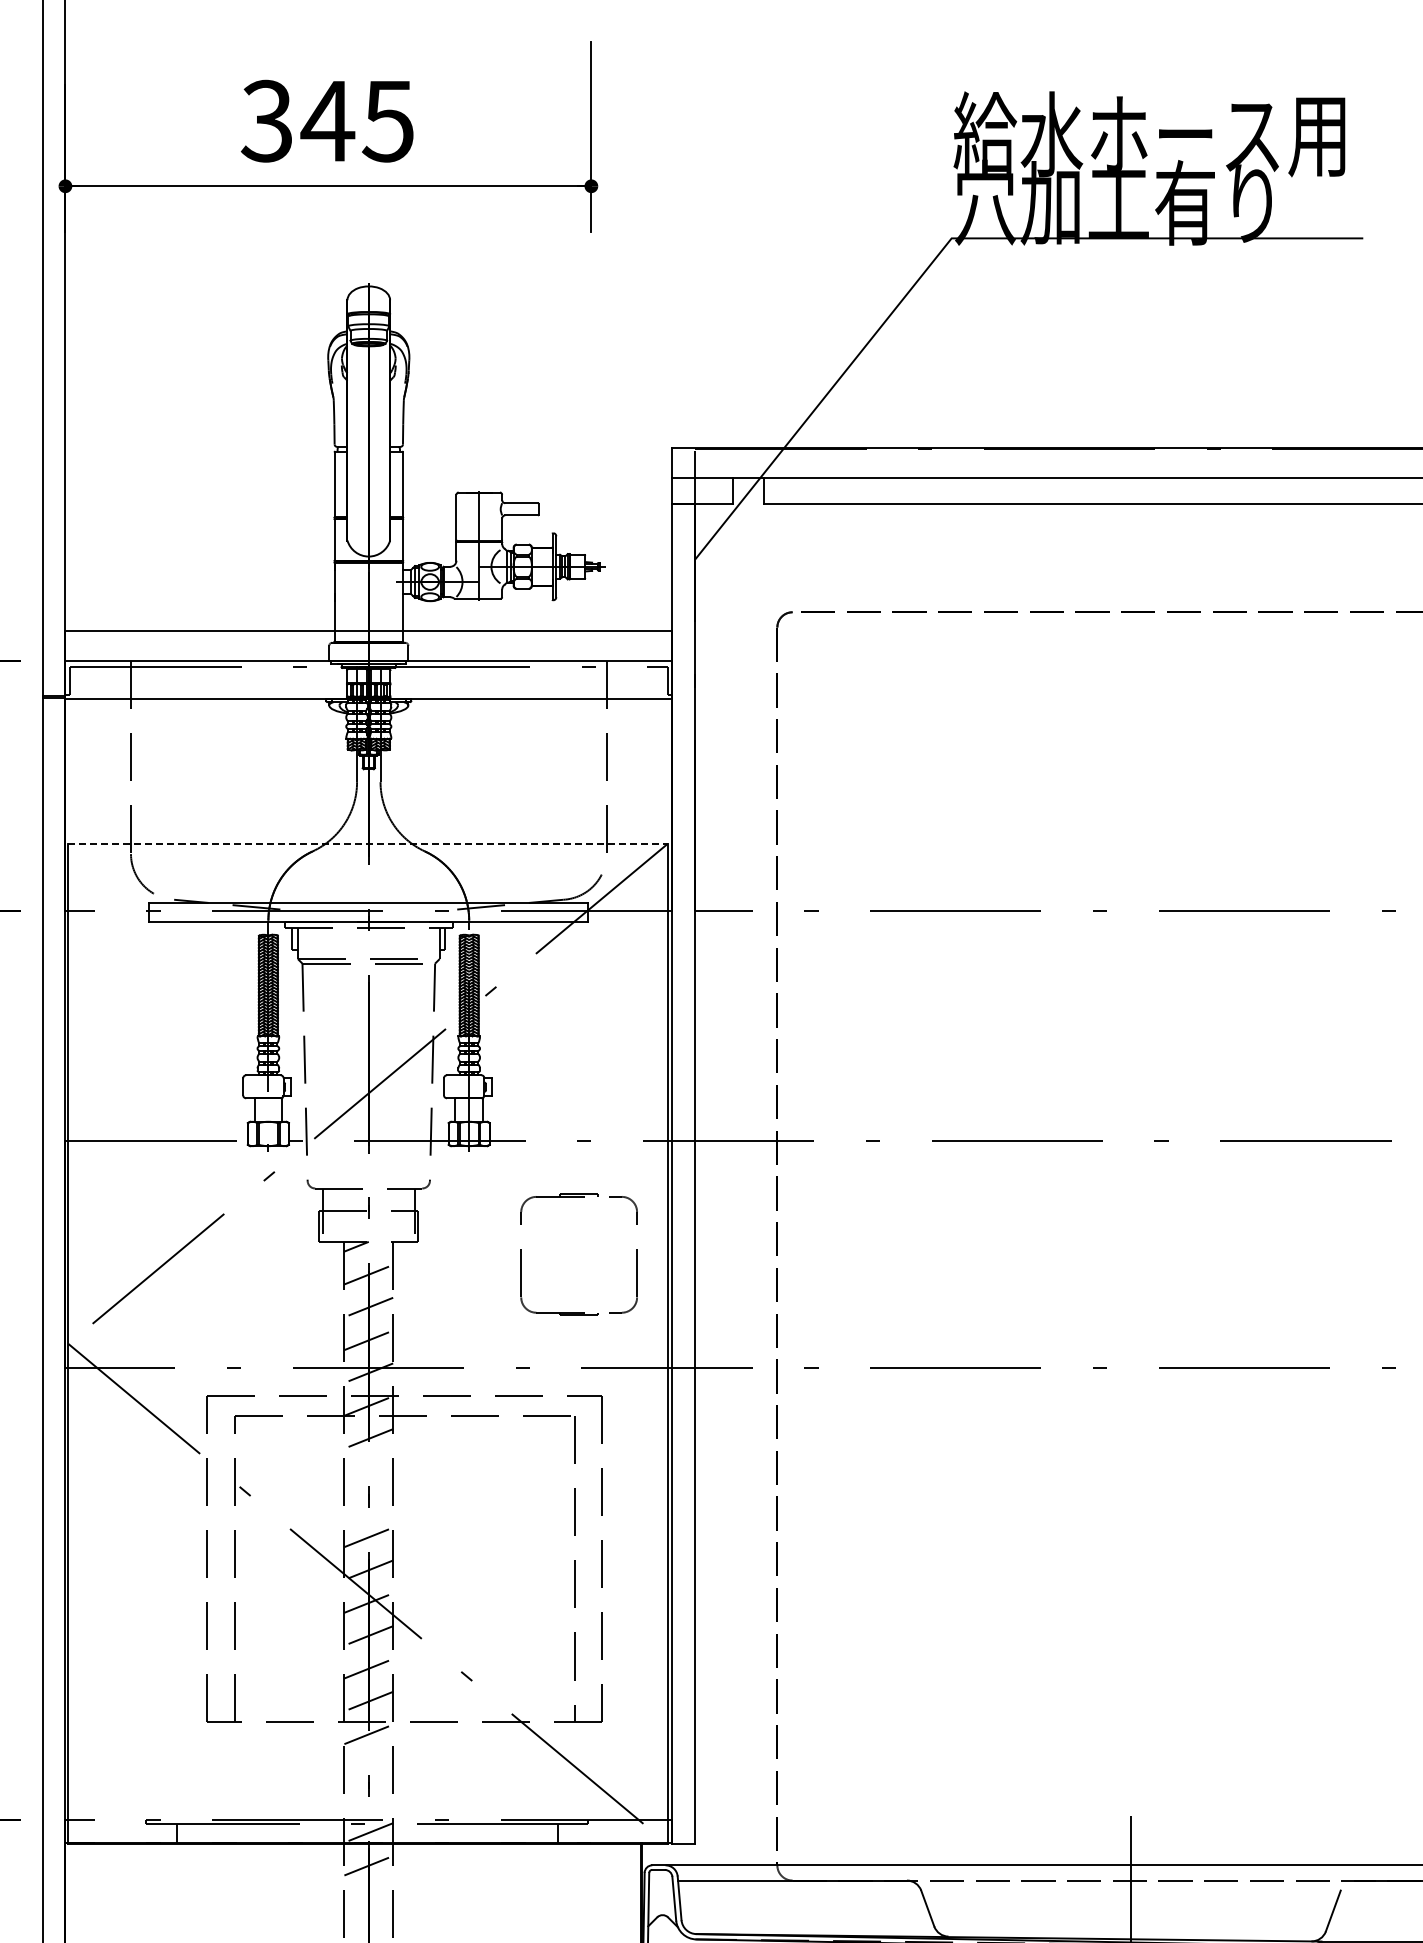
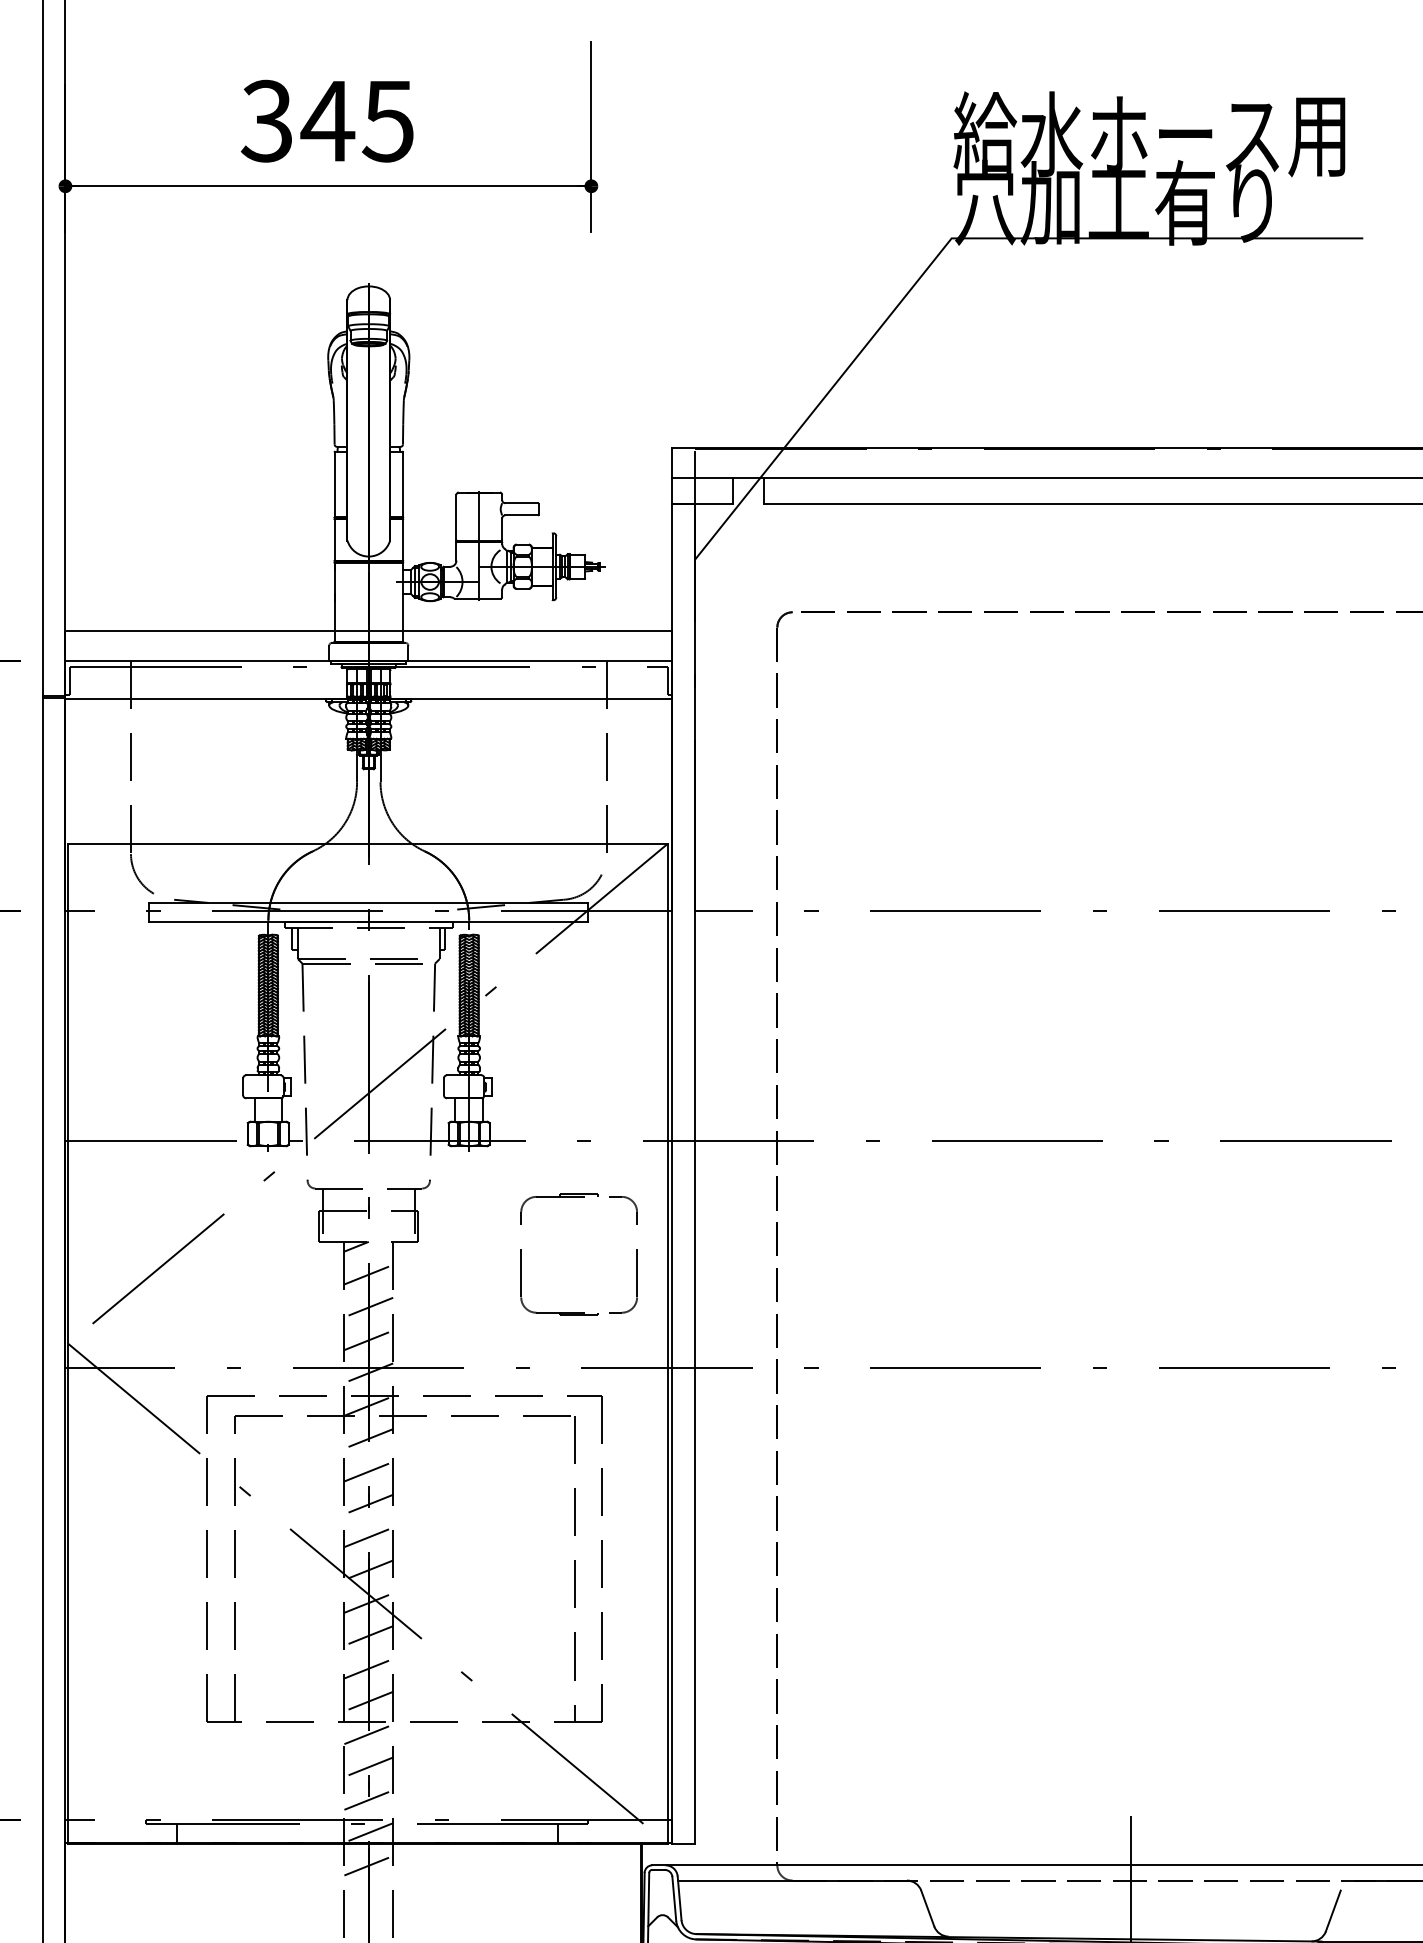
line at (368, 843): dashed -> solid
line at (368, 1471): none -> present
line at (368, 1504): none -> present
line at (368, 1767): none -> present
line at (368, 1799): none -> present
